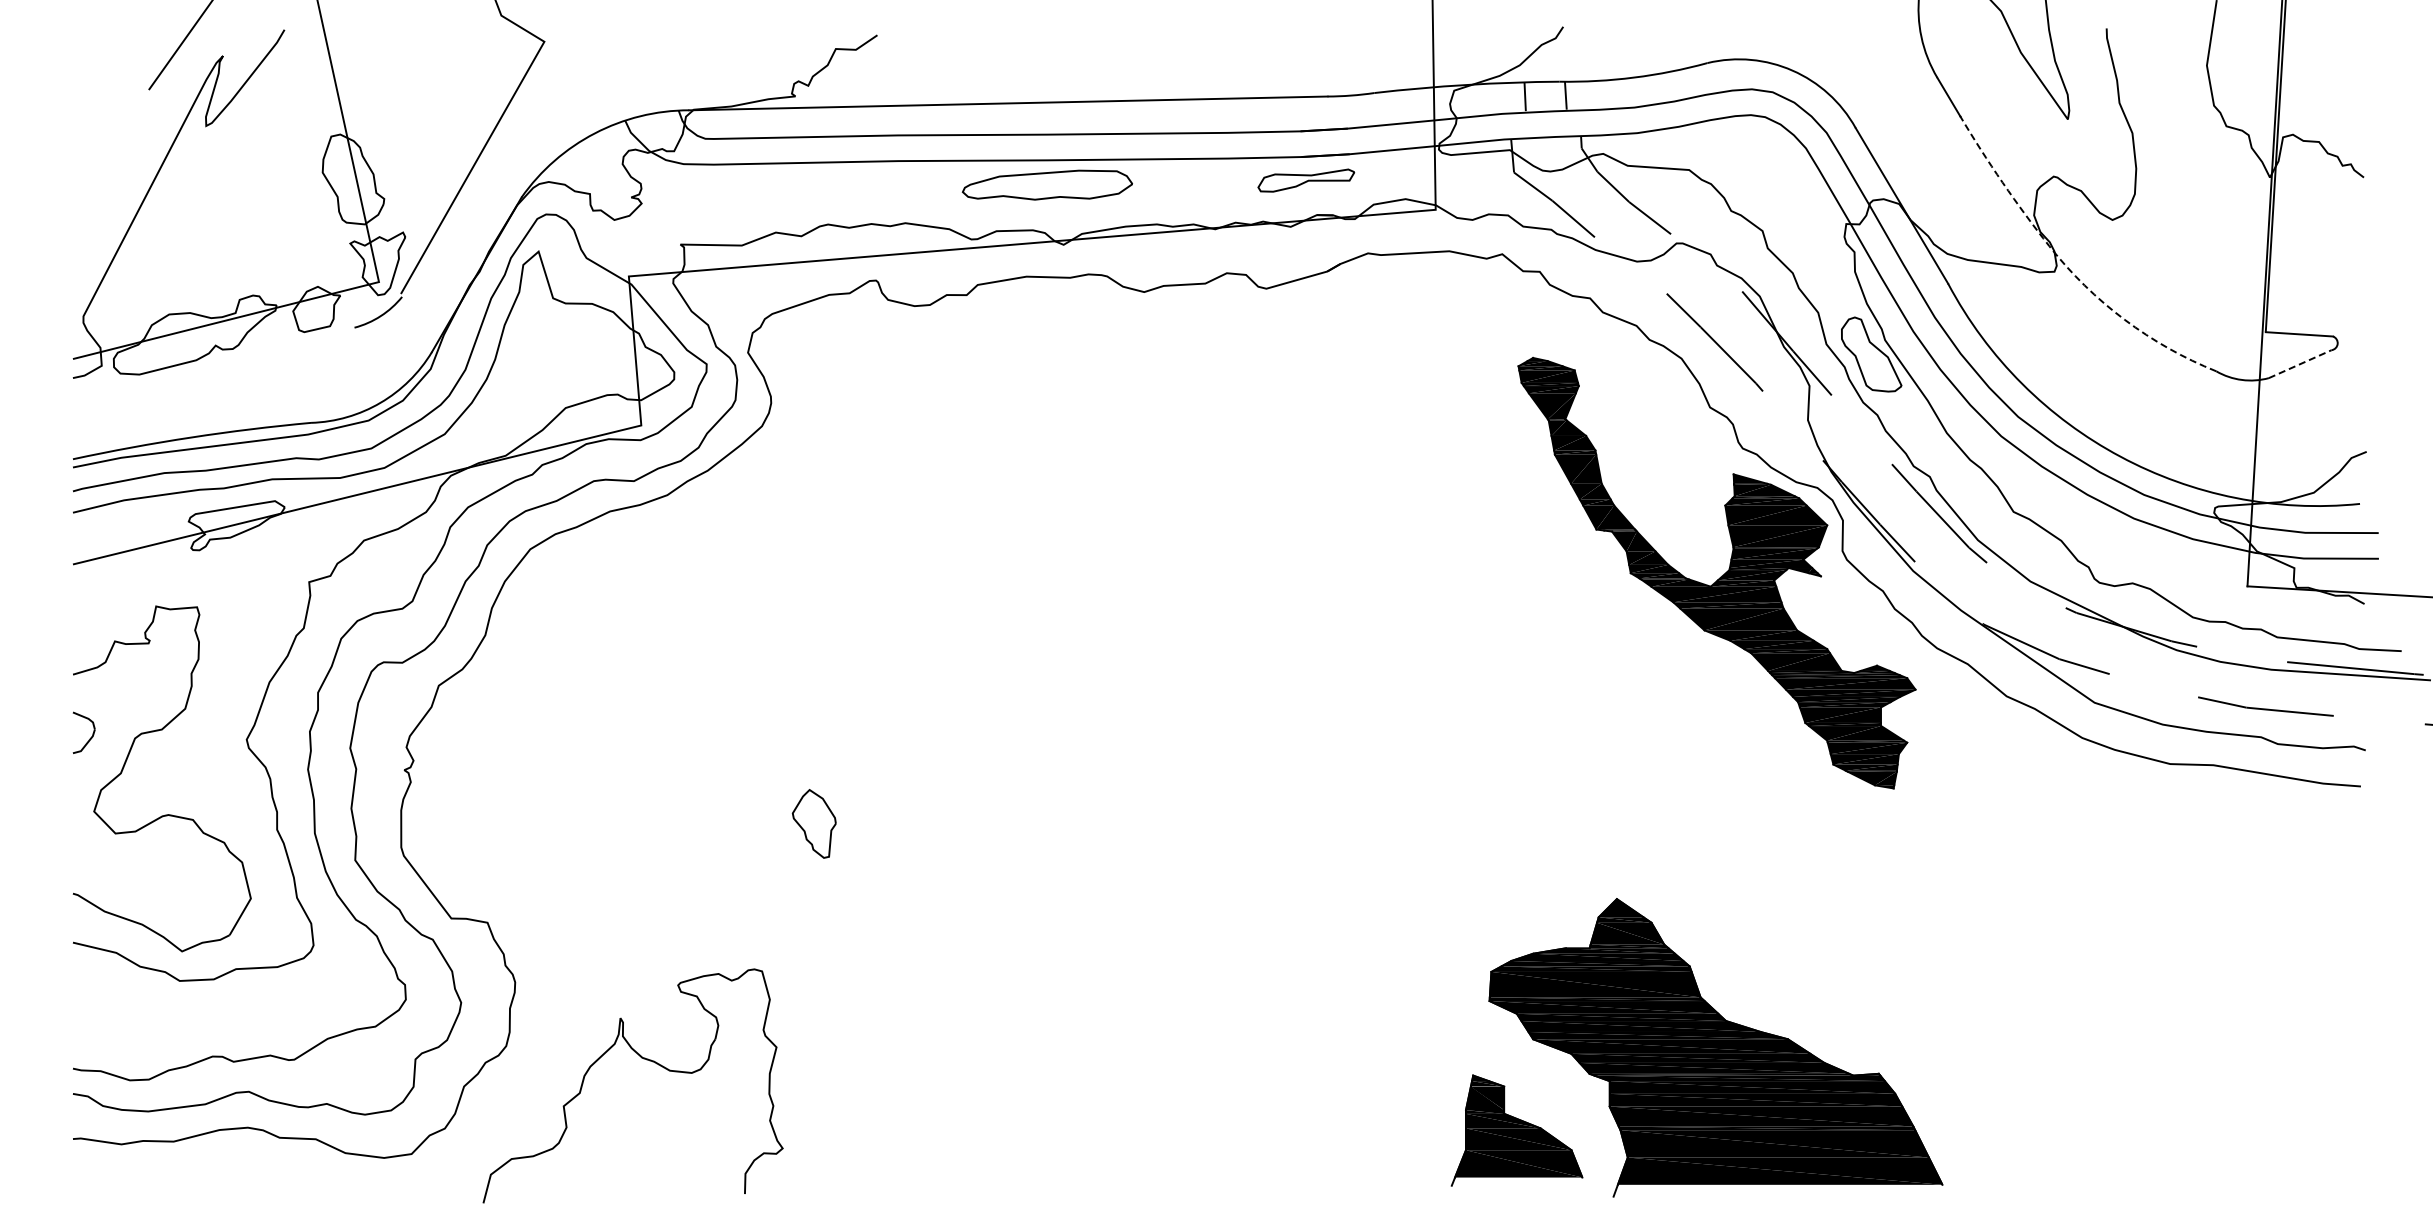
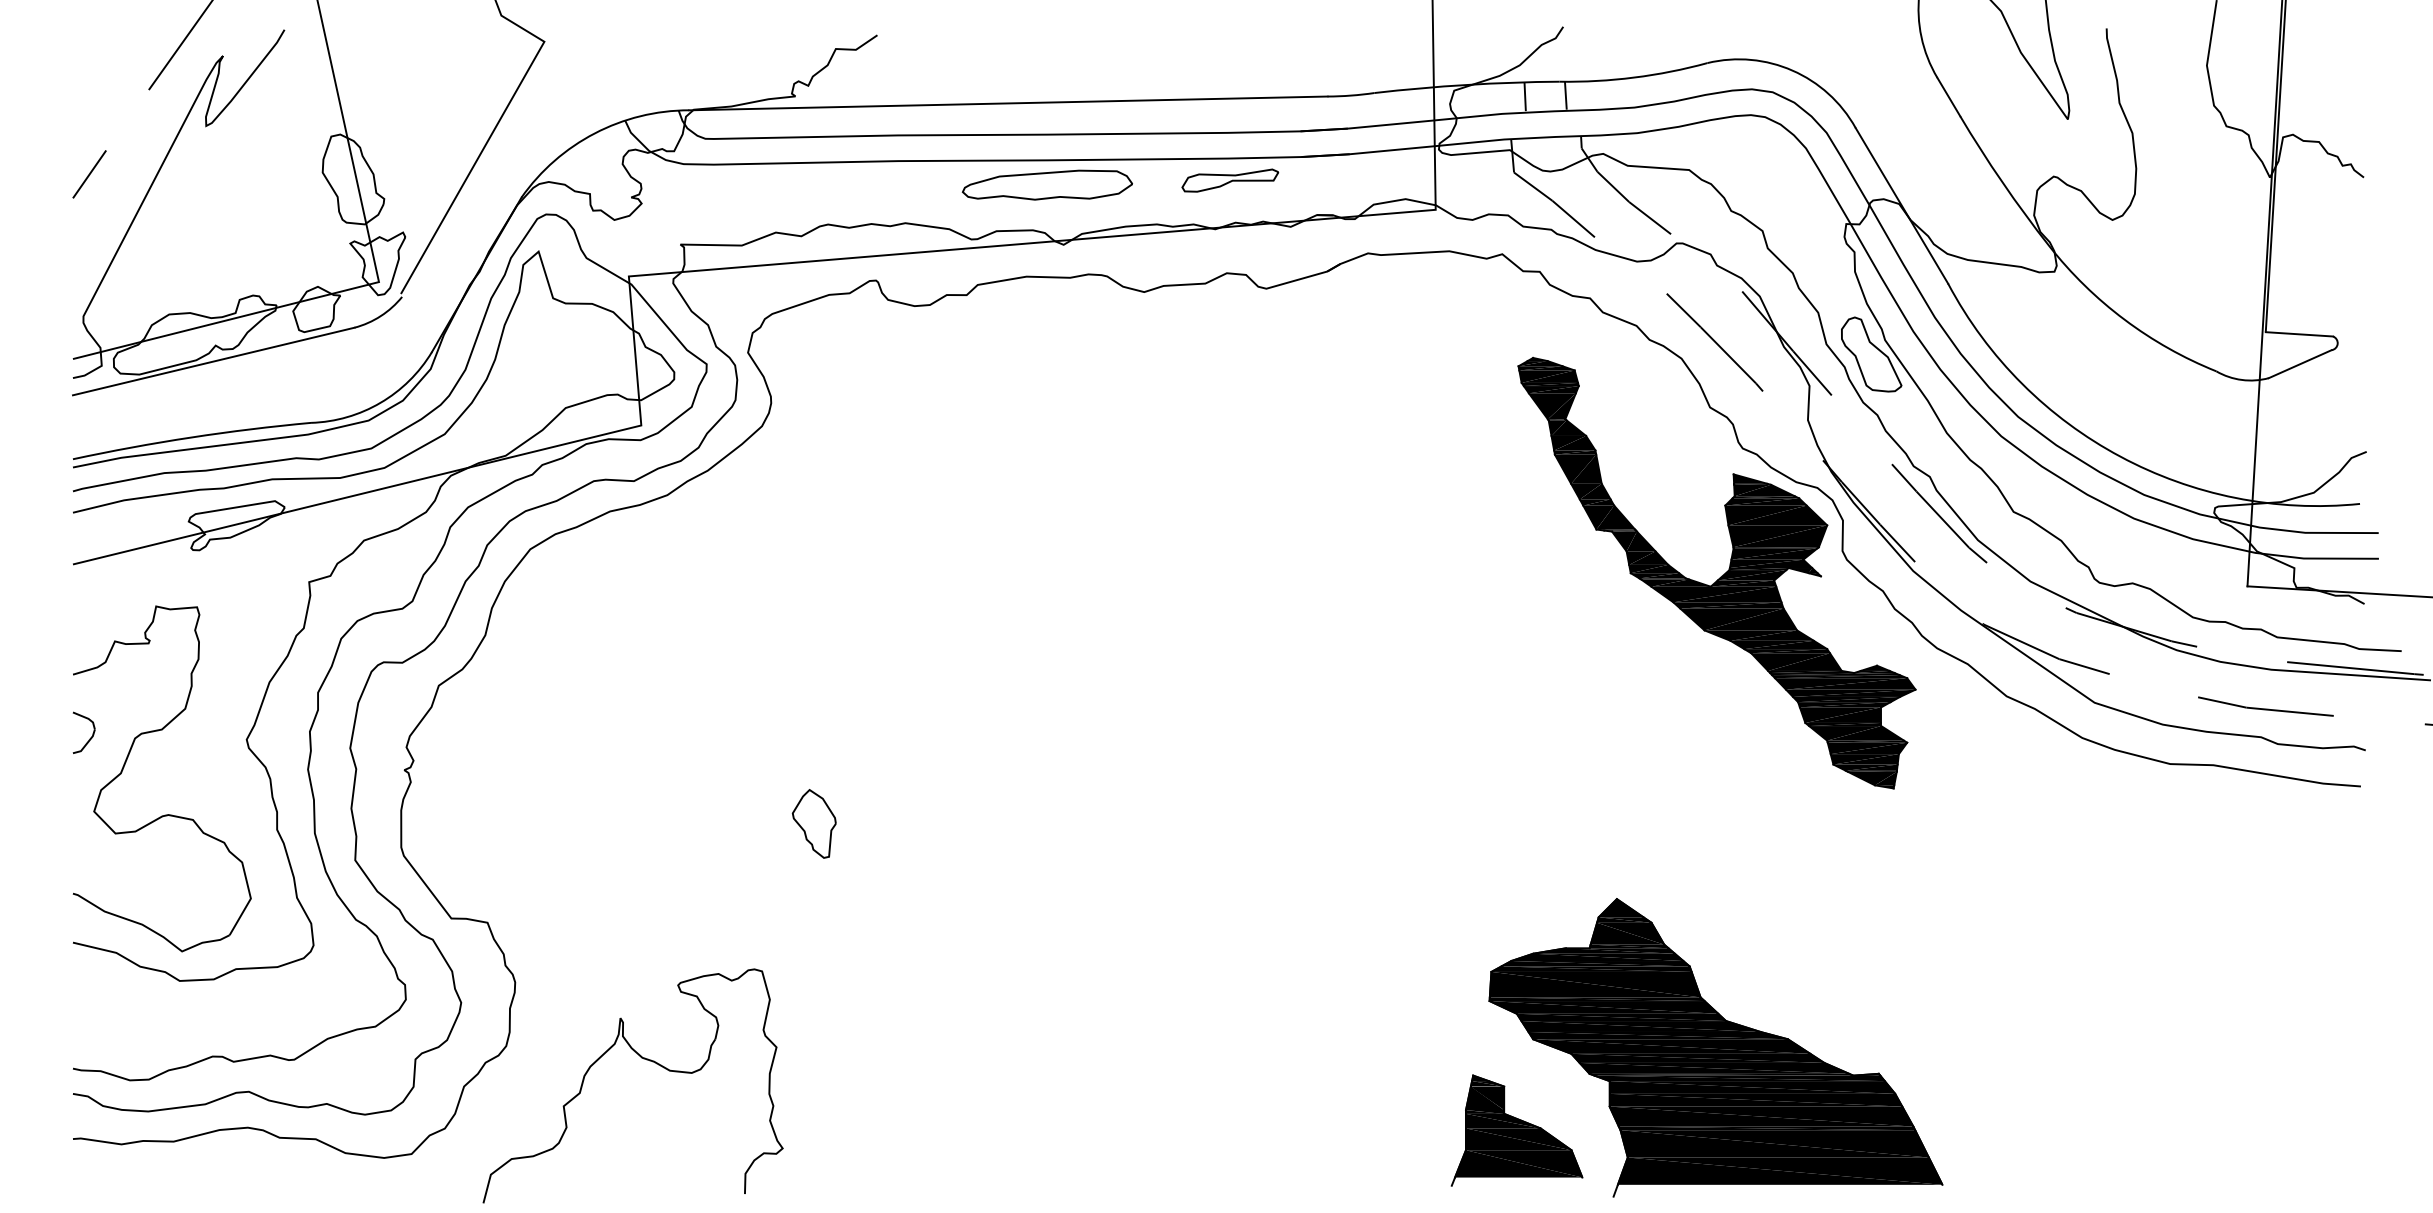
line at (89, 174): none -> present
part at (1306, 180) position: (1306, 180) -> (1230, 180)
line at (2069, 269): dashed -> solid
line at (213, 361): none -> present
line at (2300, 363): dashed -> solid
